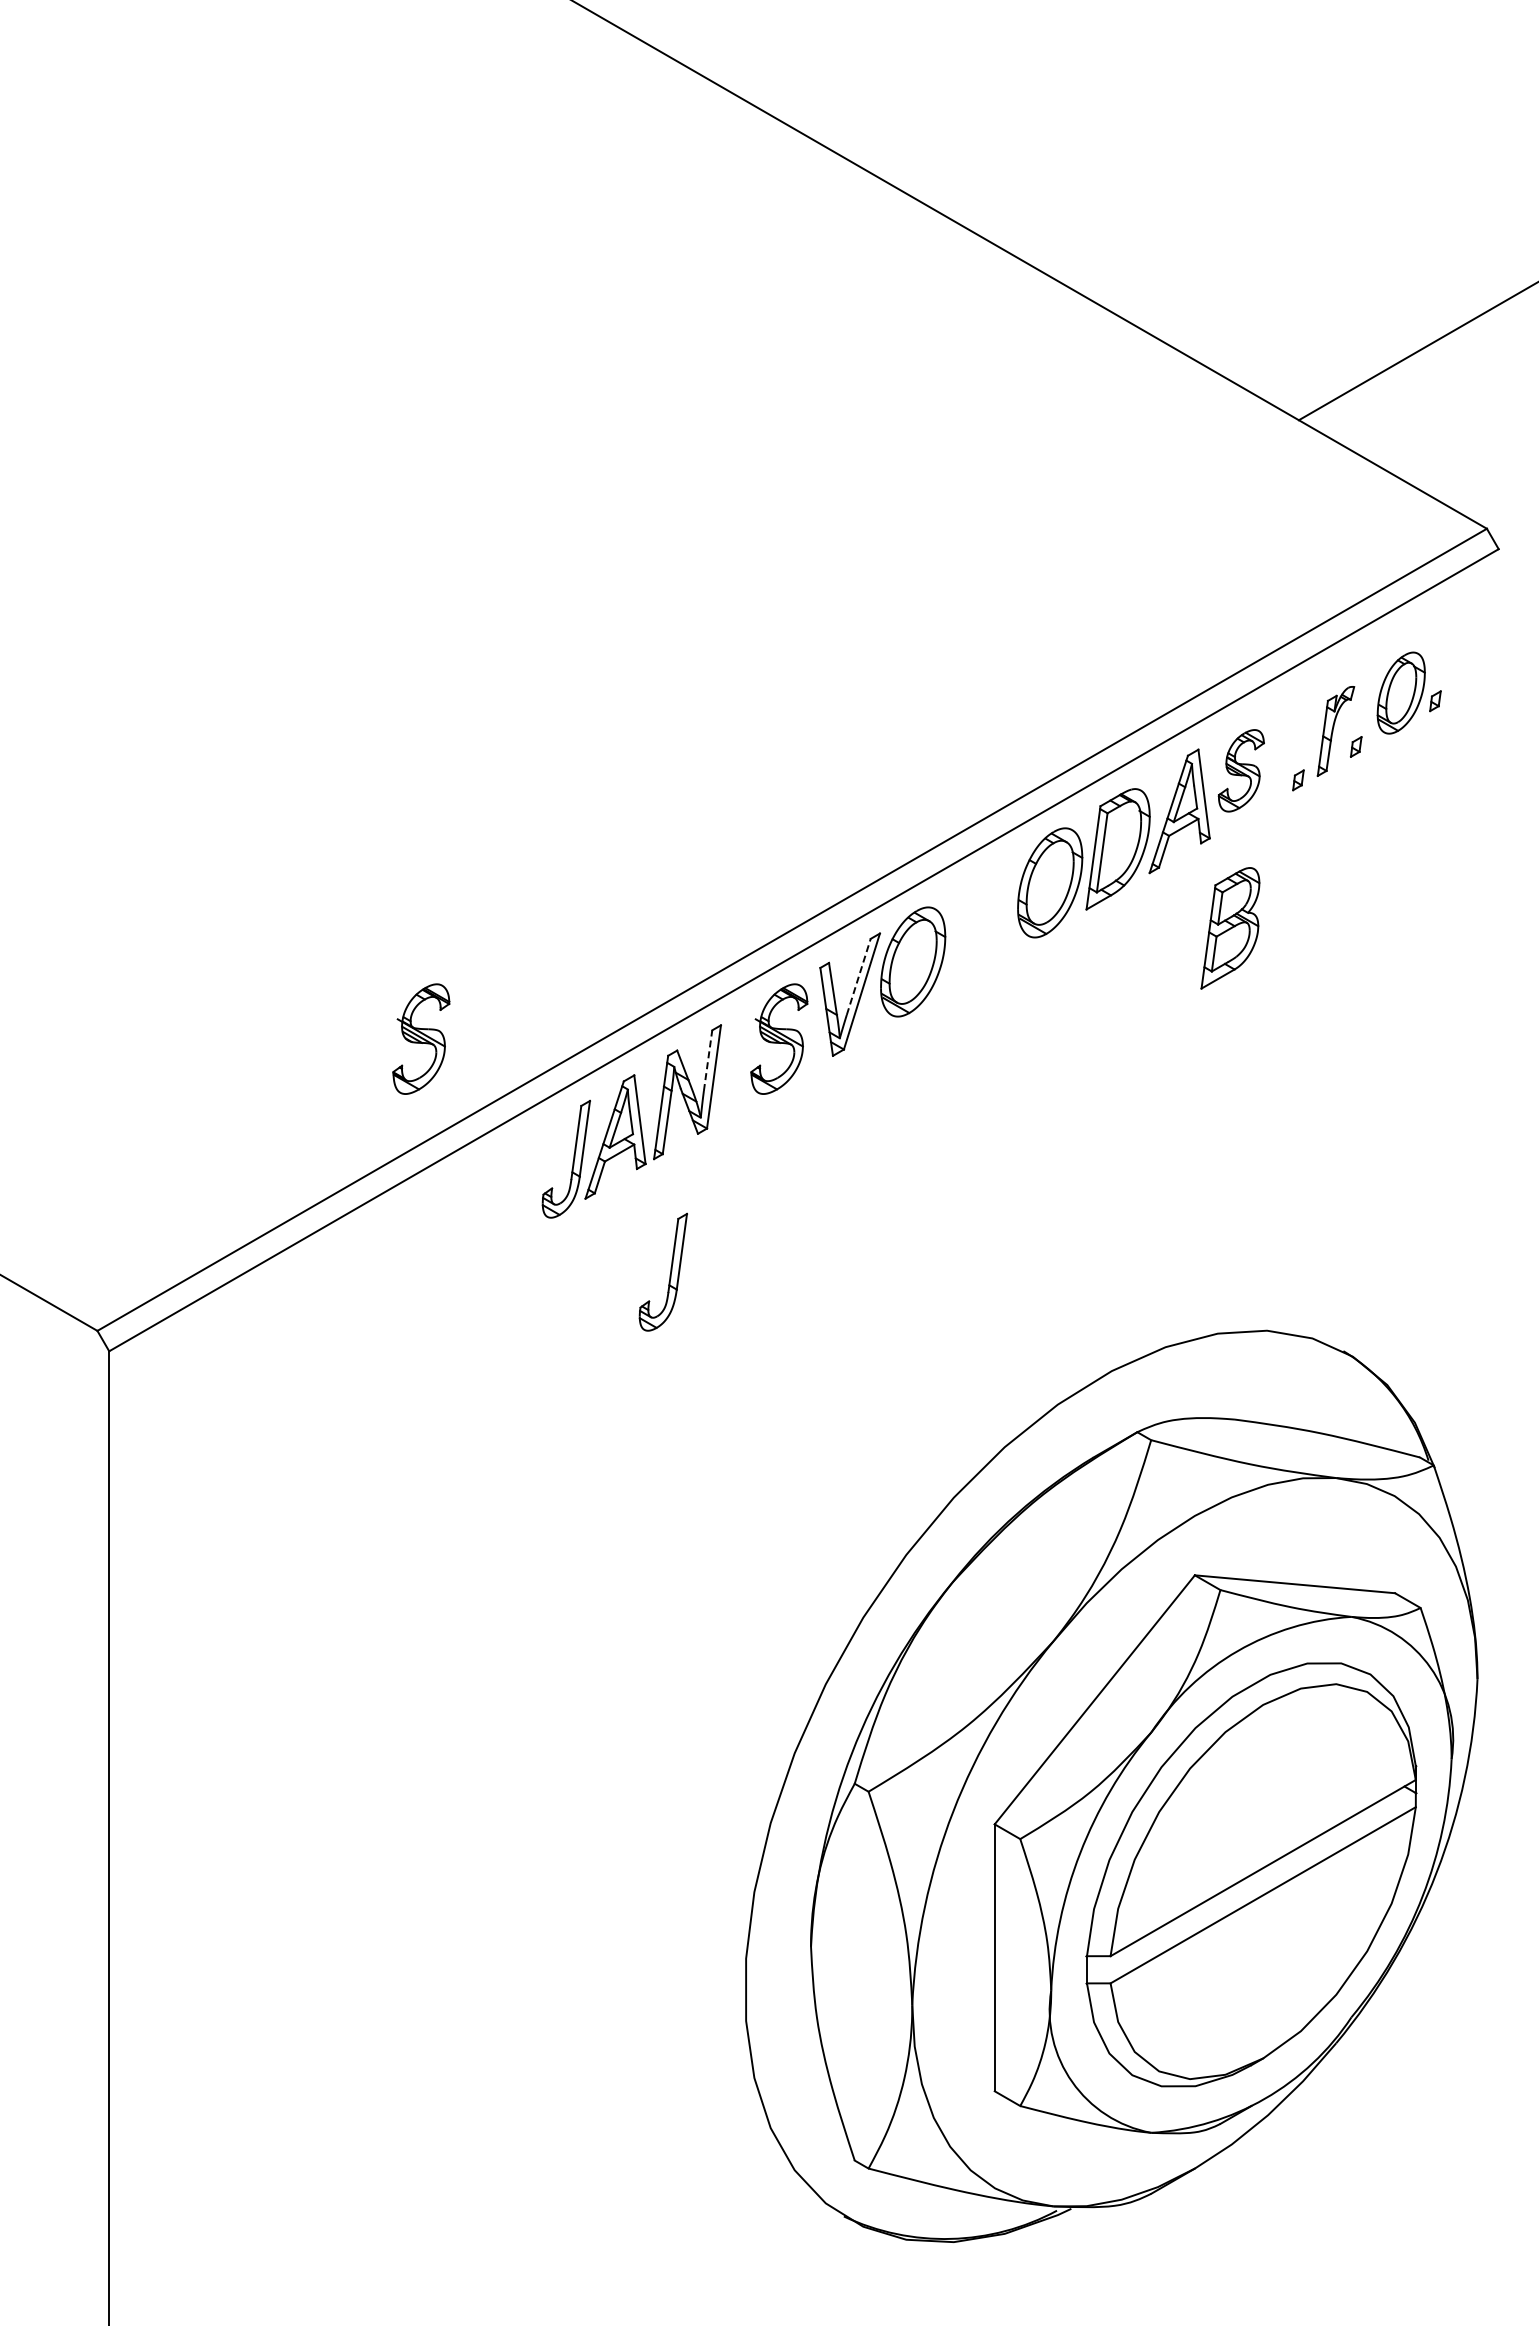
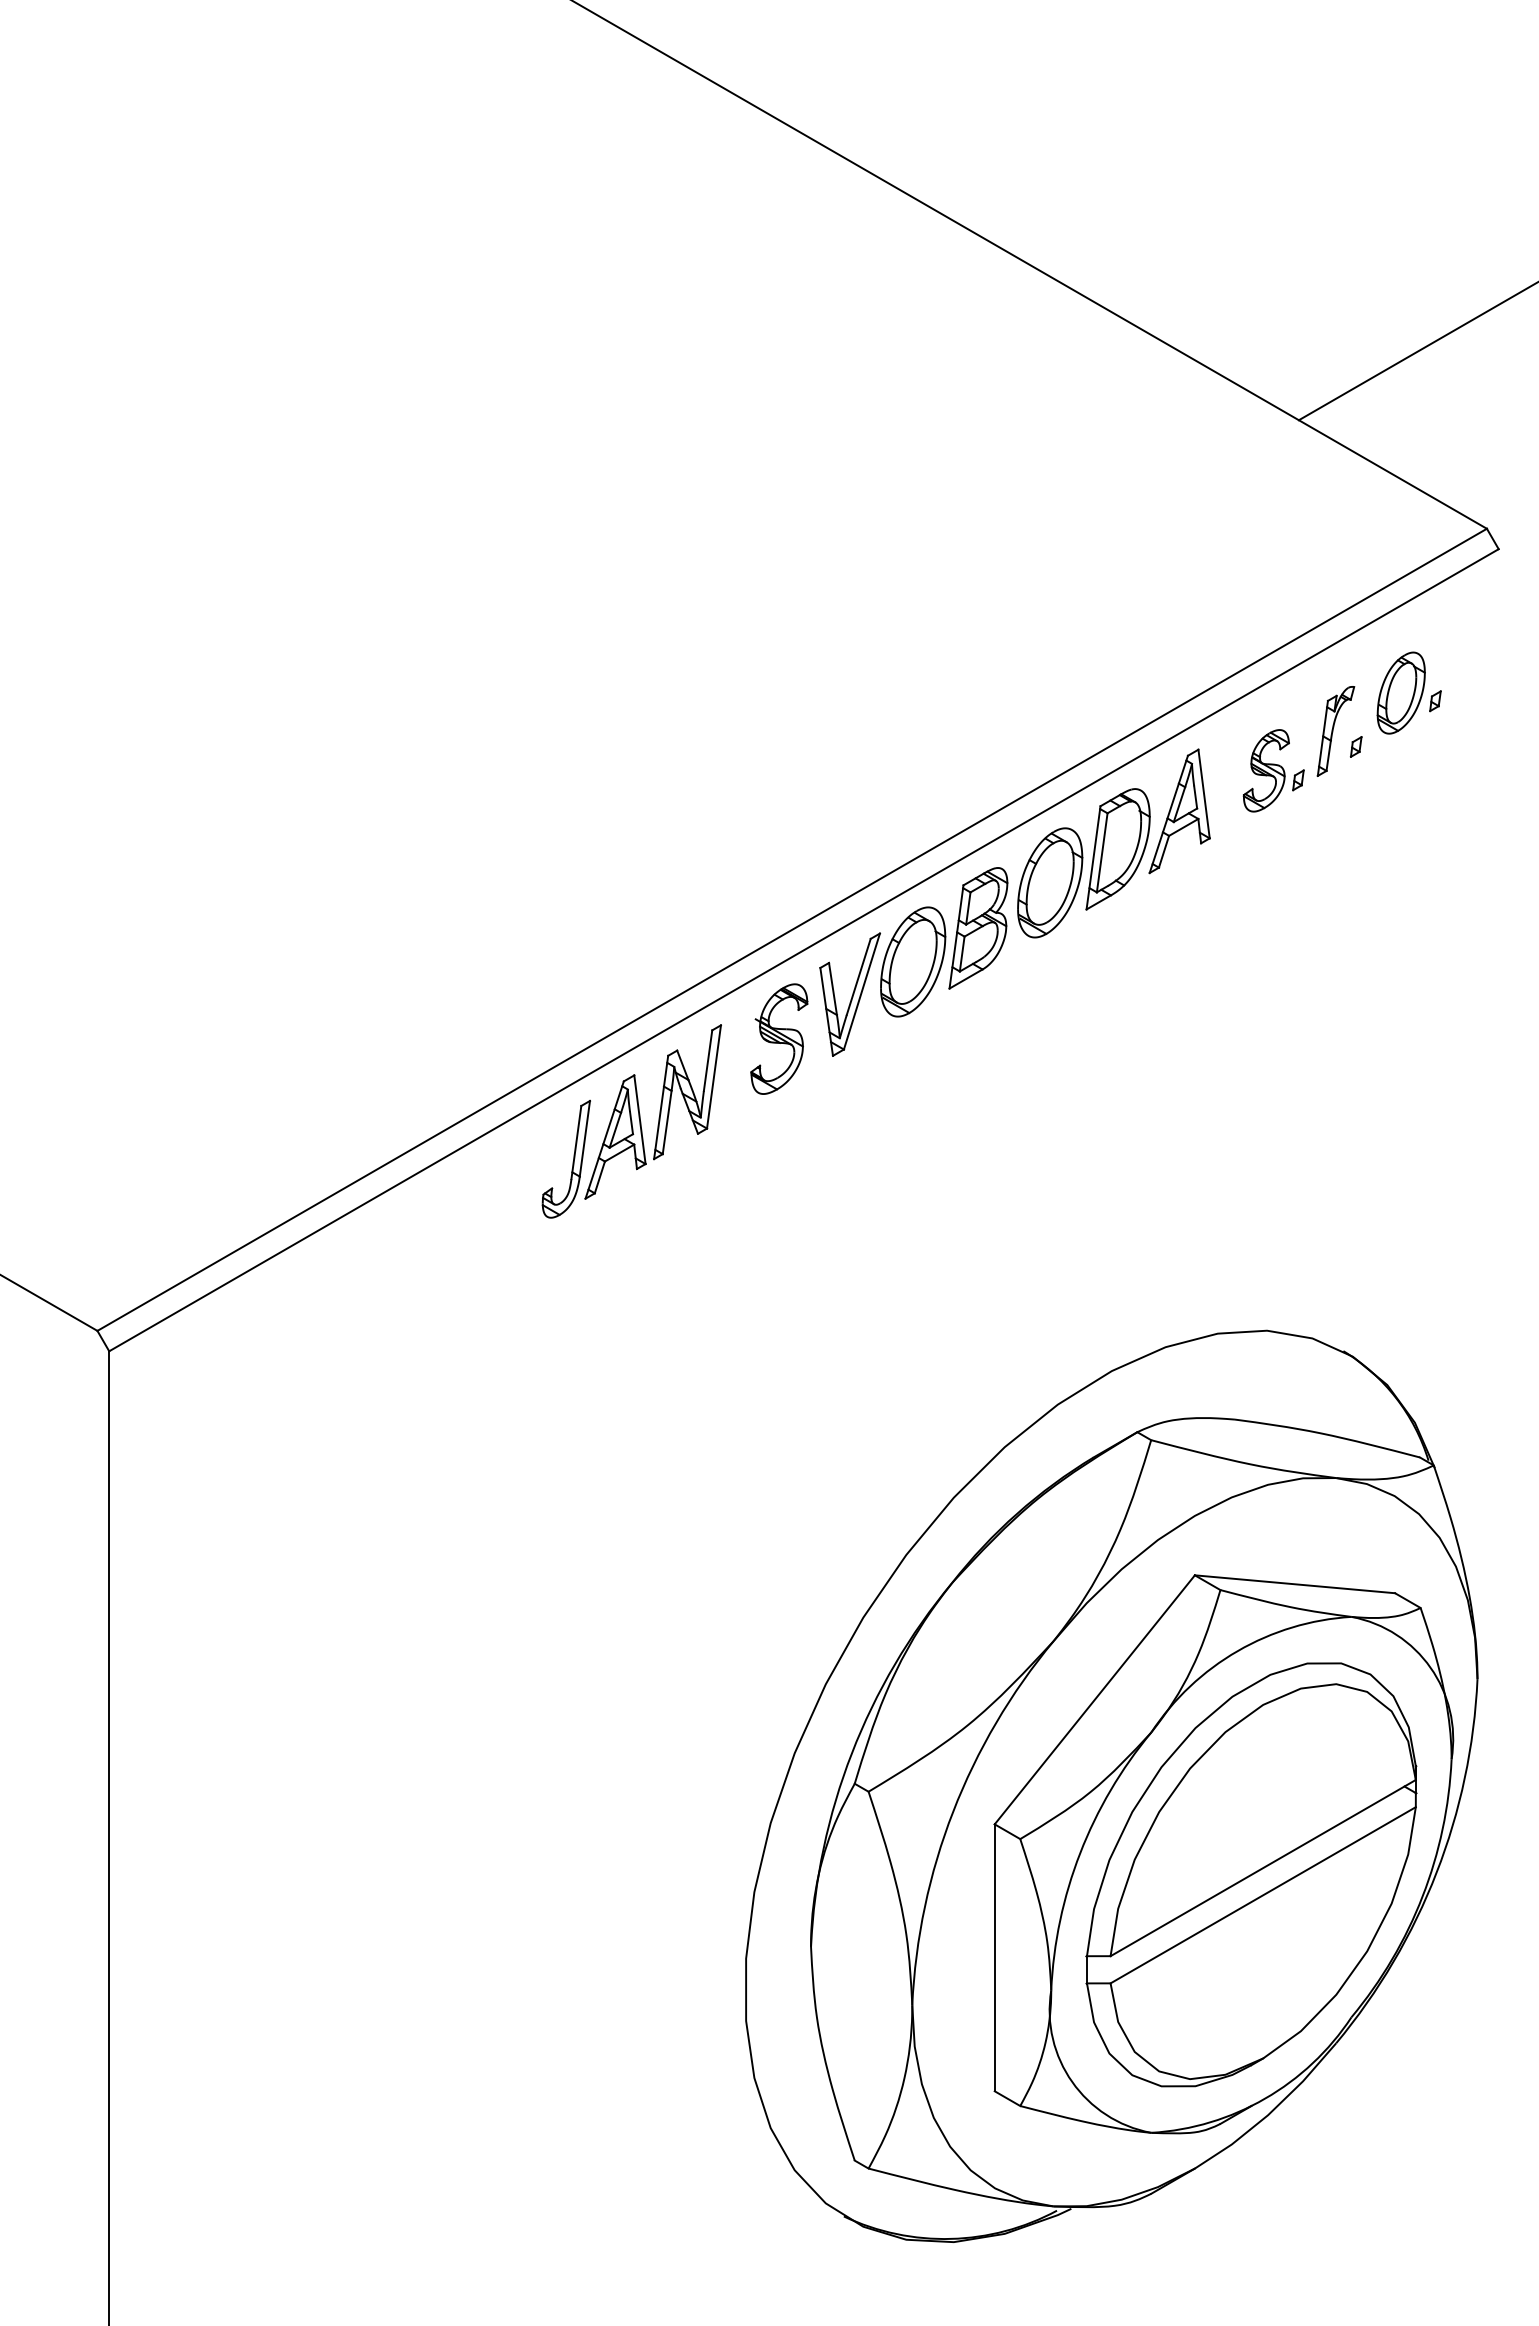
part at (1240, 770) position: (1240, 770) -> (1265, 770)
part at (1230, 928) position: (1230, 928) -> (978, 928)
line at (858, 976): dashed -> solid
part at (421, 1038): present -> none
line at (708, 1060): dashed -> solid
part at (669, 1274): present -> none
